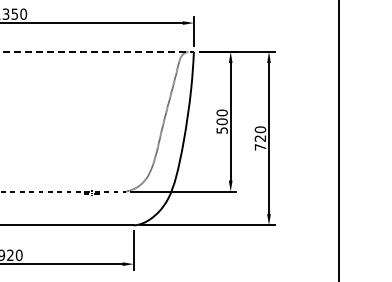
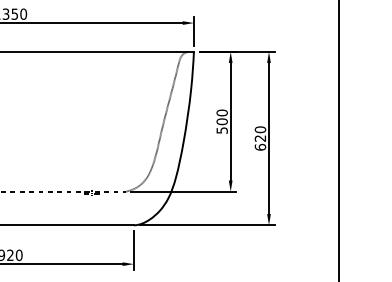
line at (97, 51): dashed -> solid
text at (260, 146): 720 -> 620
